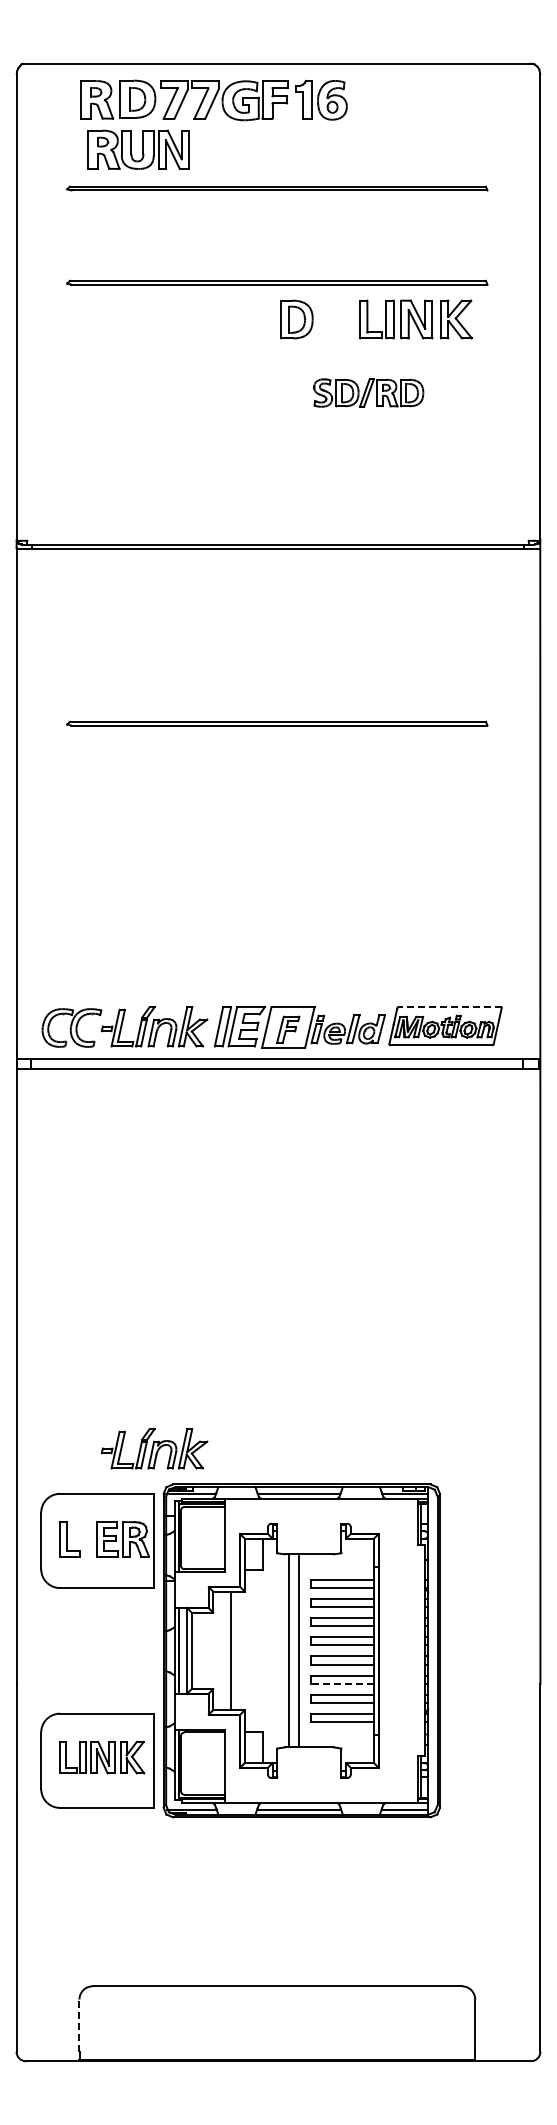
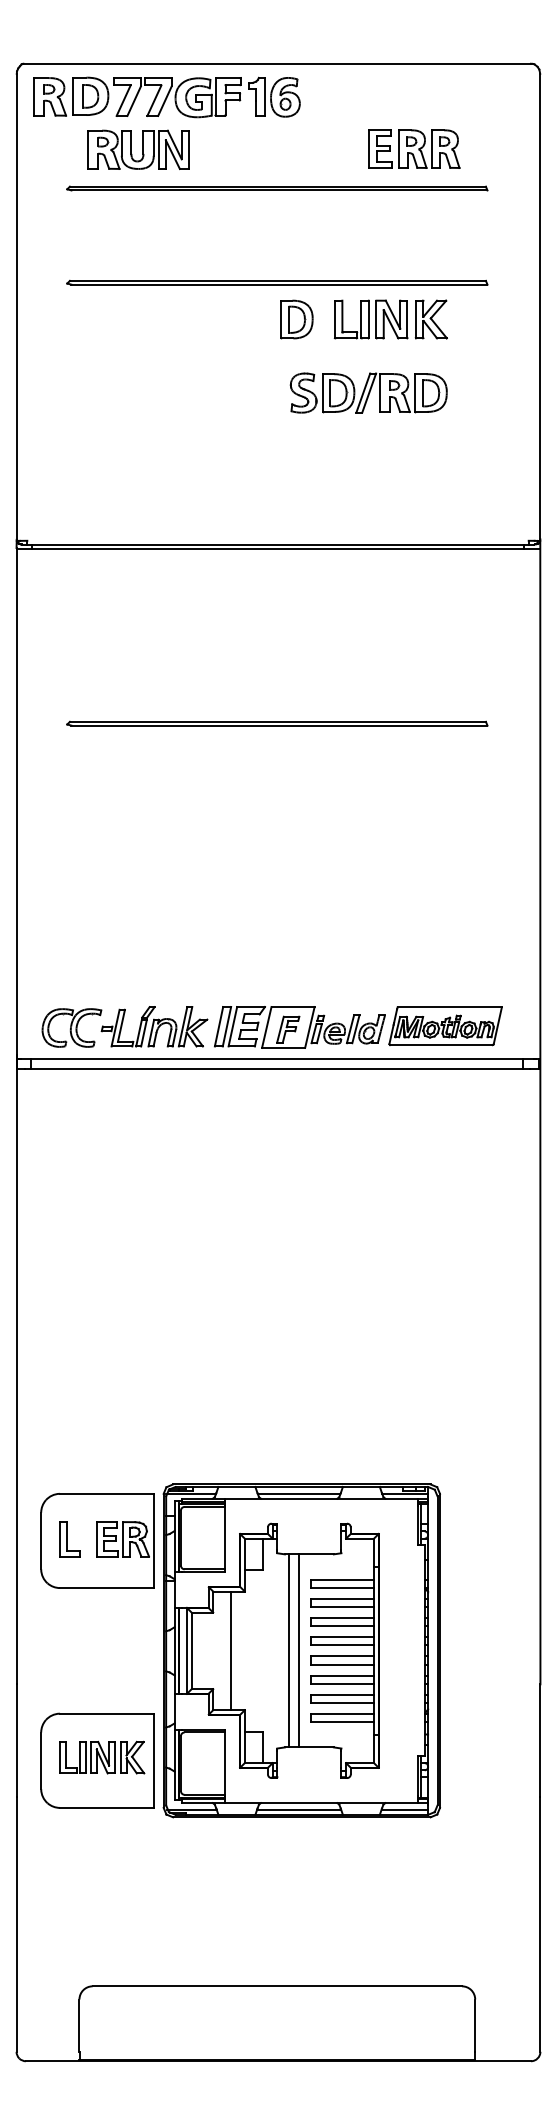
part at (213, 100) position: (213, 100) -> (166, 97)
part at (414, 148): none -> present
part at (415, 319) position: (415, 319) -> (390, 319)
part at (368, 392) size: 112x30 px -> 159x42 px
line at (449, 1007): dashed -> solid
part at (154, 1448): present -> none
line at (342, 1683): dashed -> solid
line at (79, 2025): dashed -> solid
